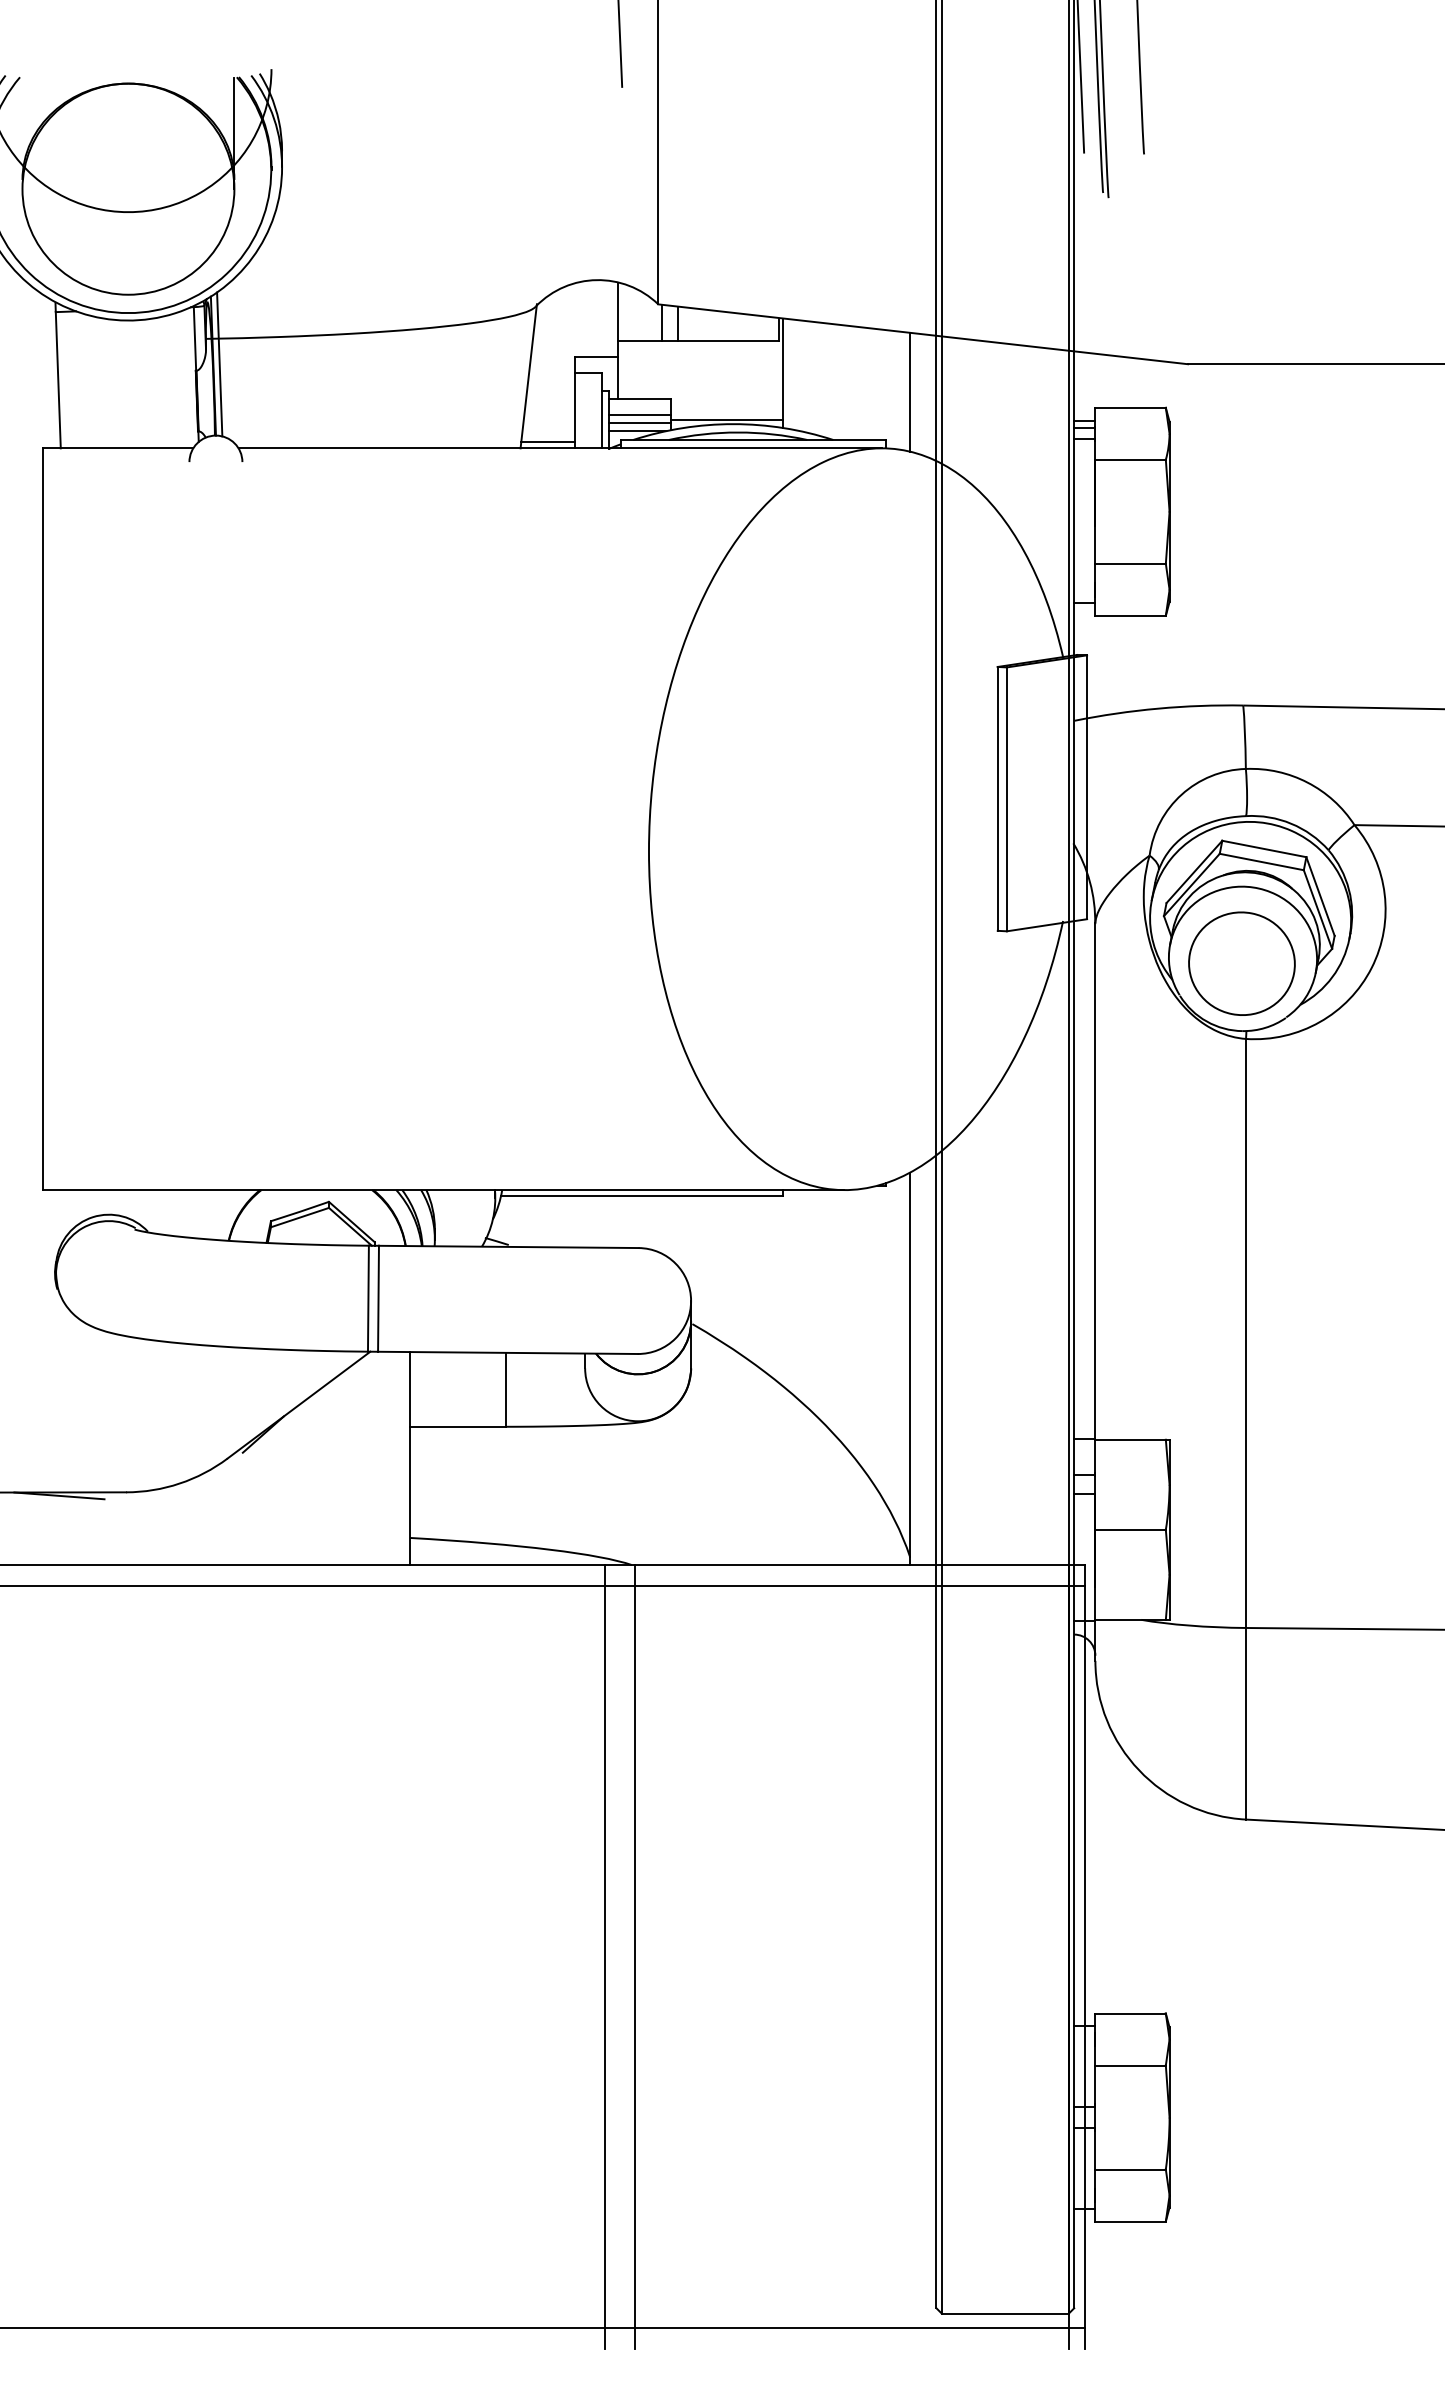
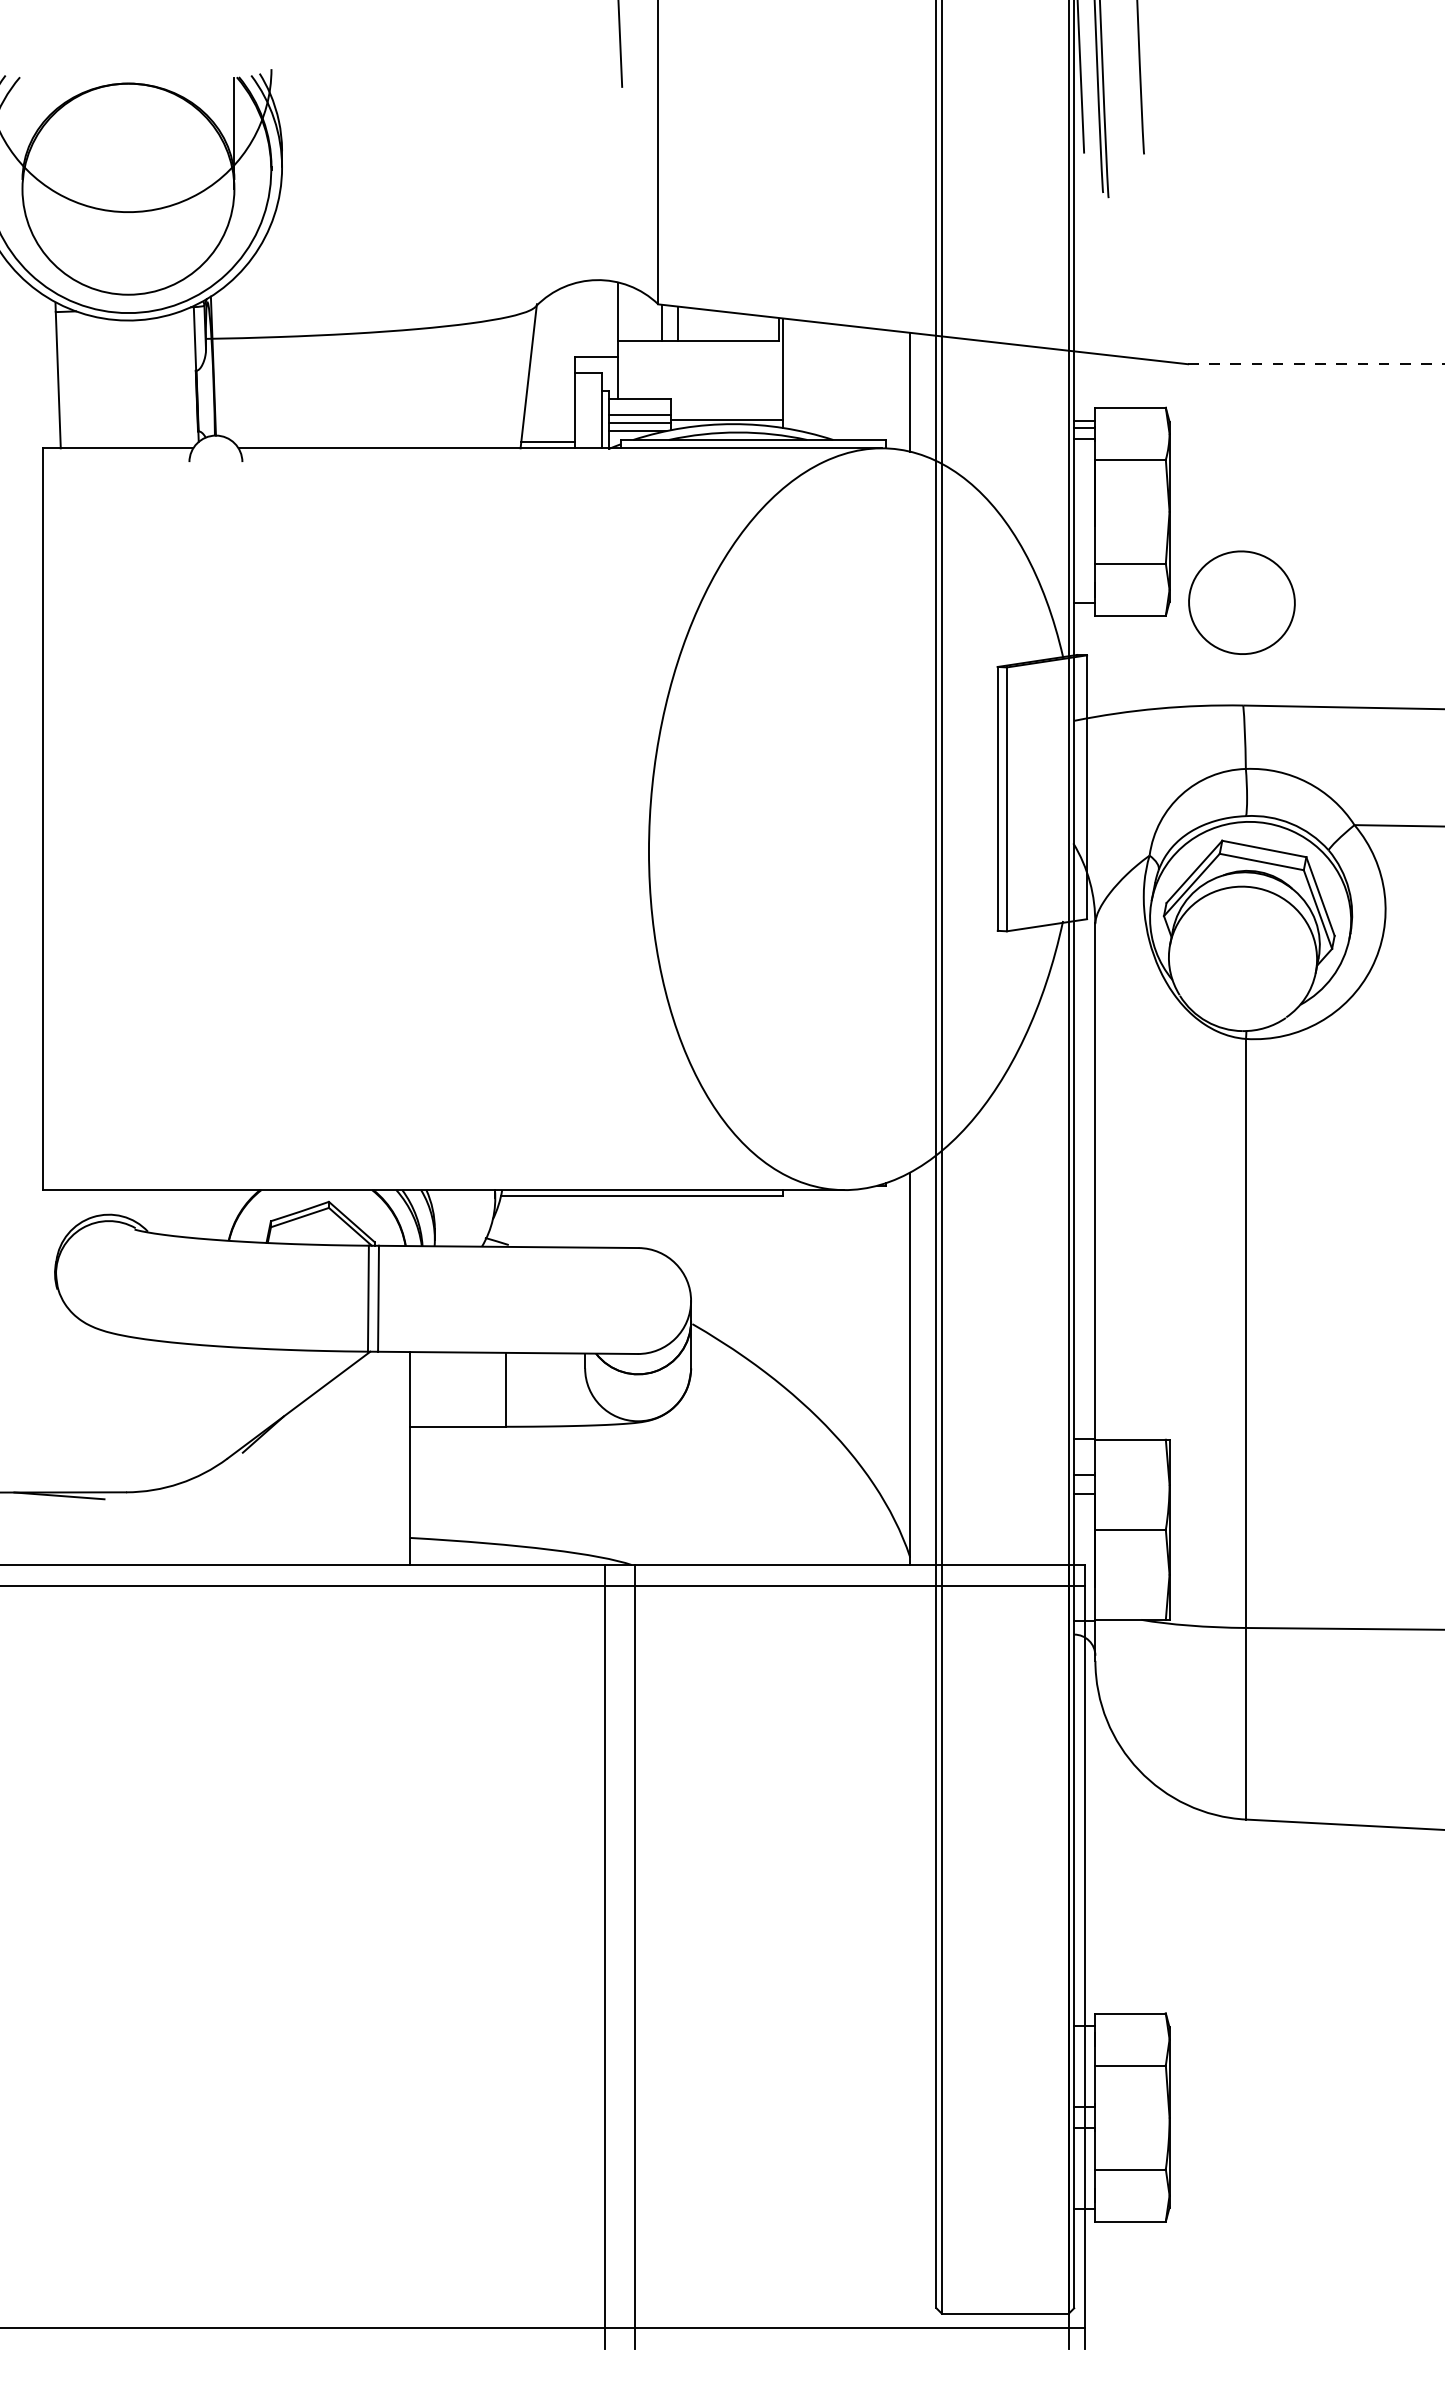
line at (219, 364): present -> none
line at (1316, 364): solid -> dashed
part at (1241, 963) position: (1241, 963) -> (1241, 602)
